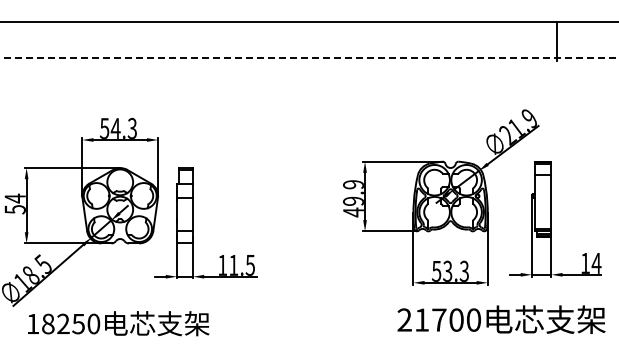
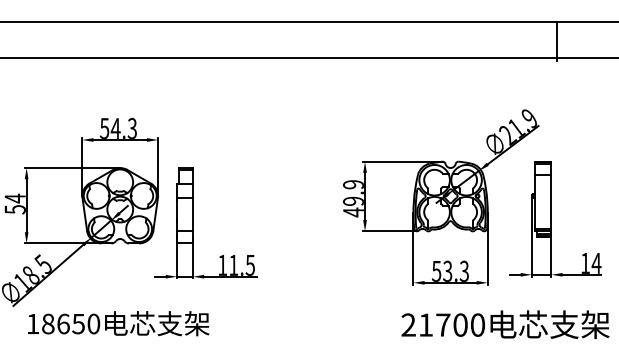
line at (309, 57): dashed -> solid
text at (501, 319) position: (501, 319) -> (505, 324)
text at (63, 323): 18250 -> 18650
